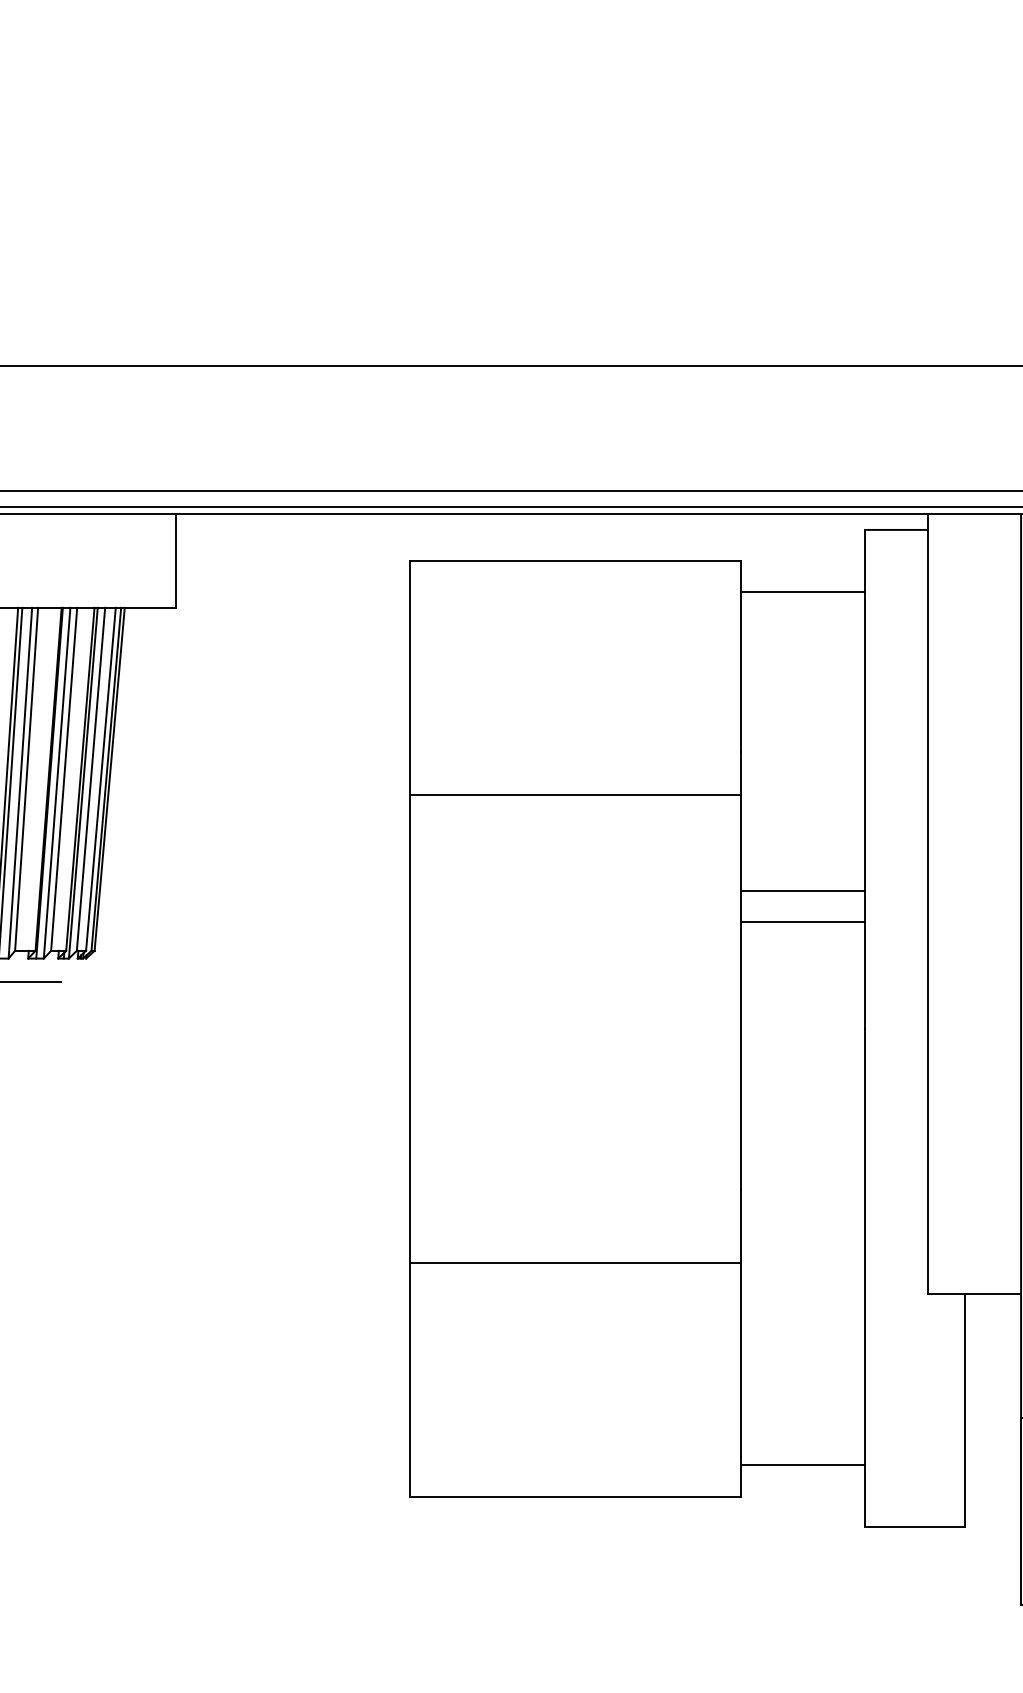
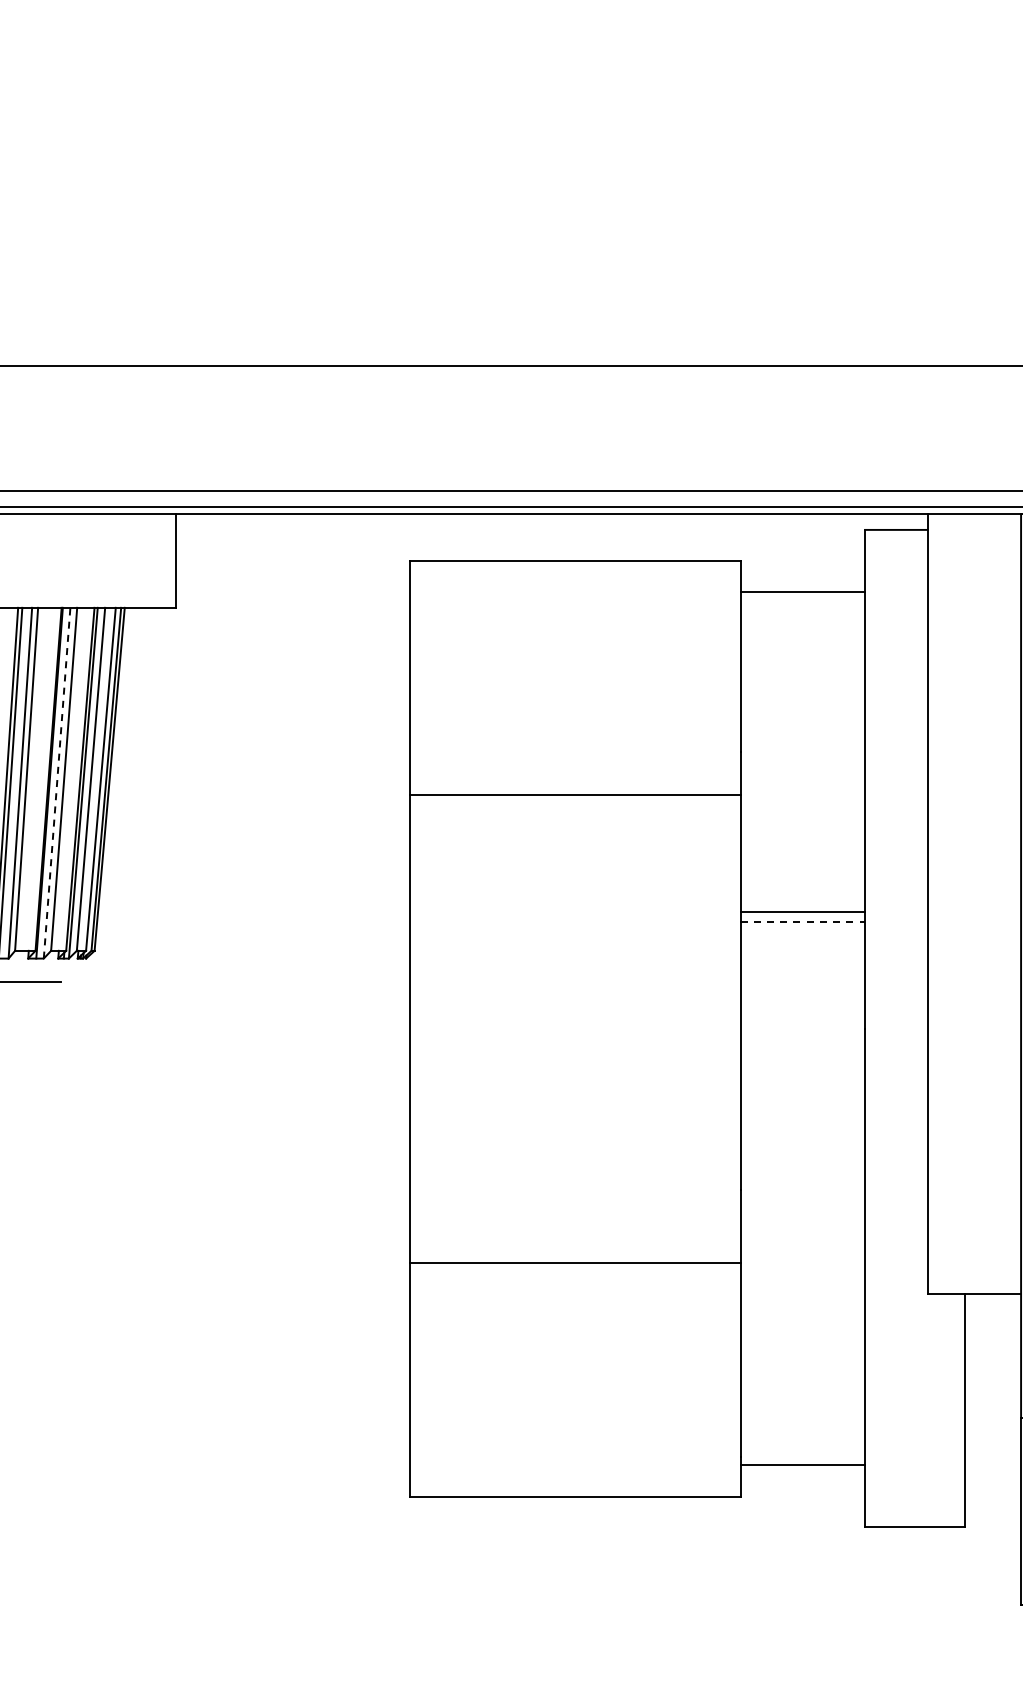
line at (57, 783): solid -> dashed
line at (802, 891) position: (802, 891) -> (802, 912)
line at (803, 922): solid -> dashed
